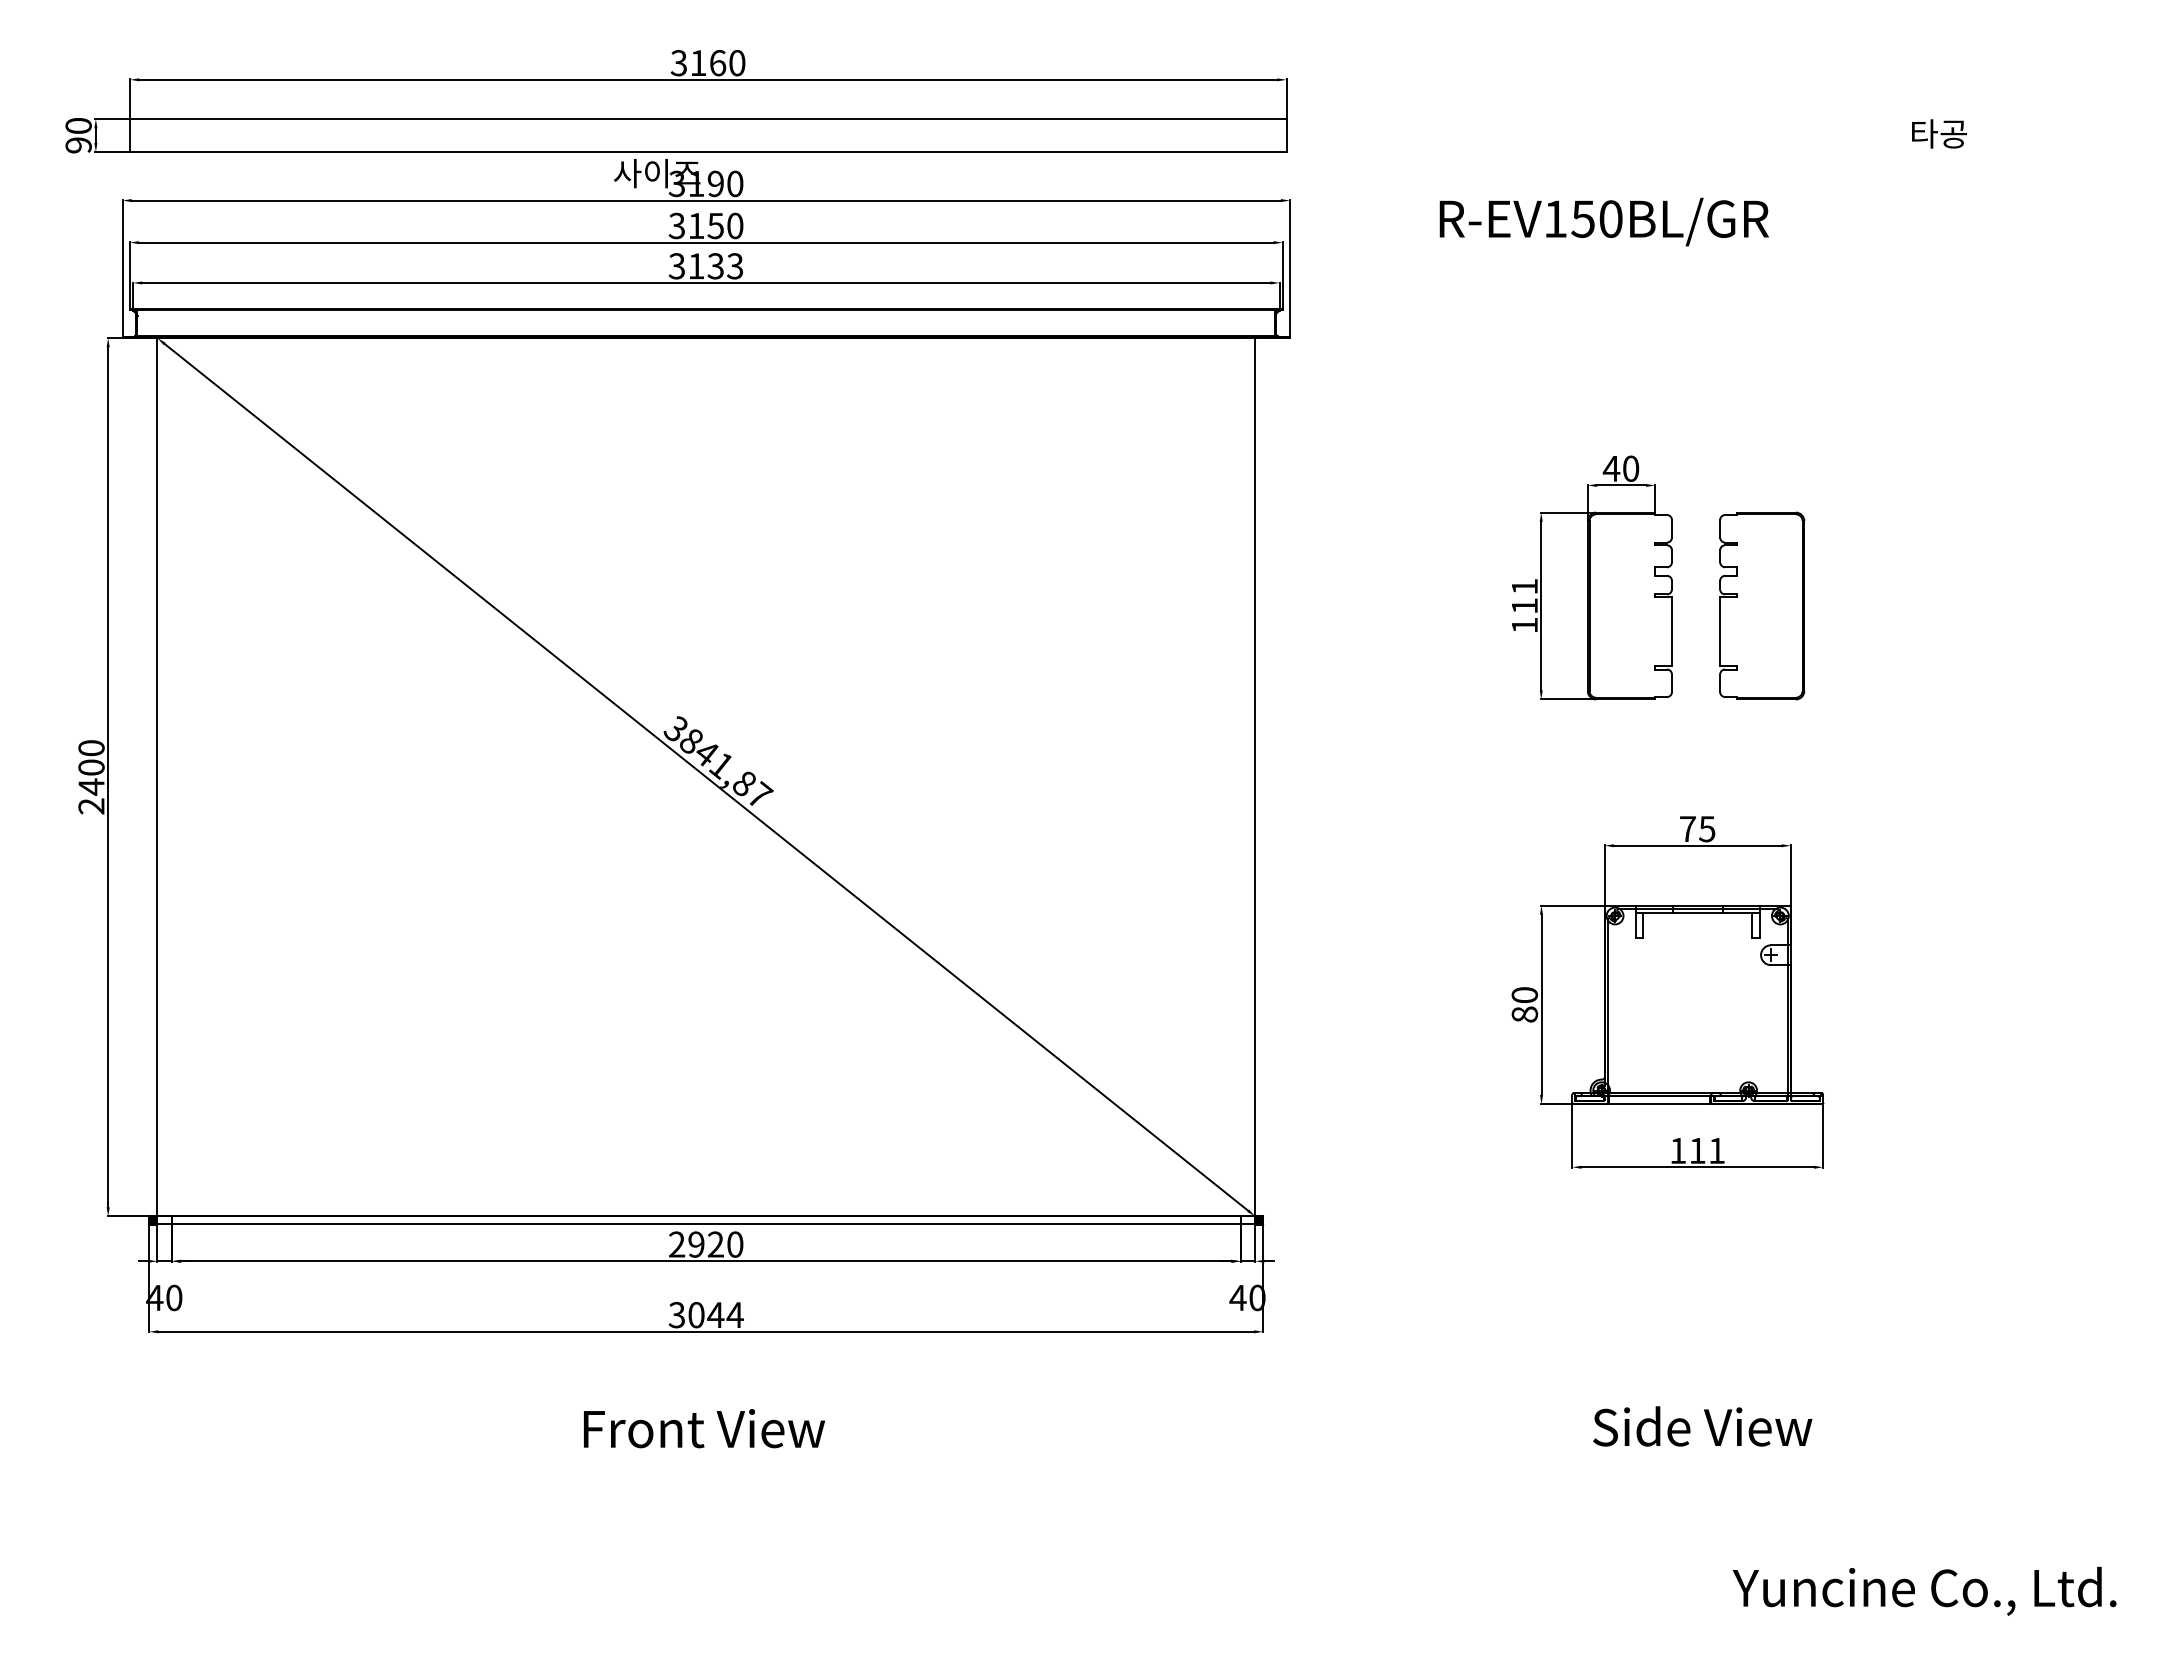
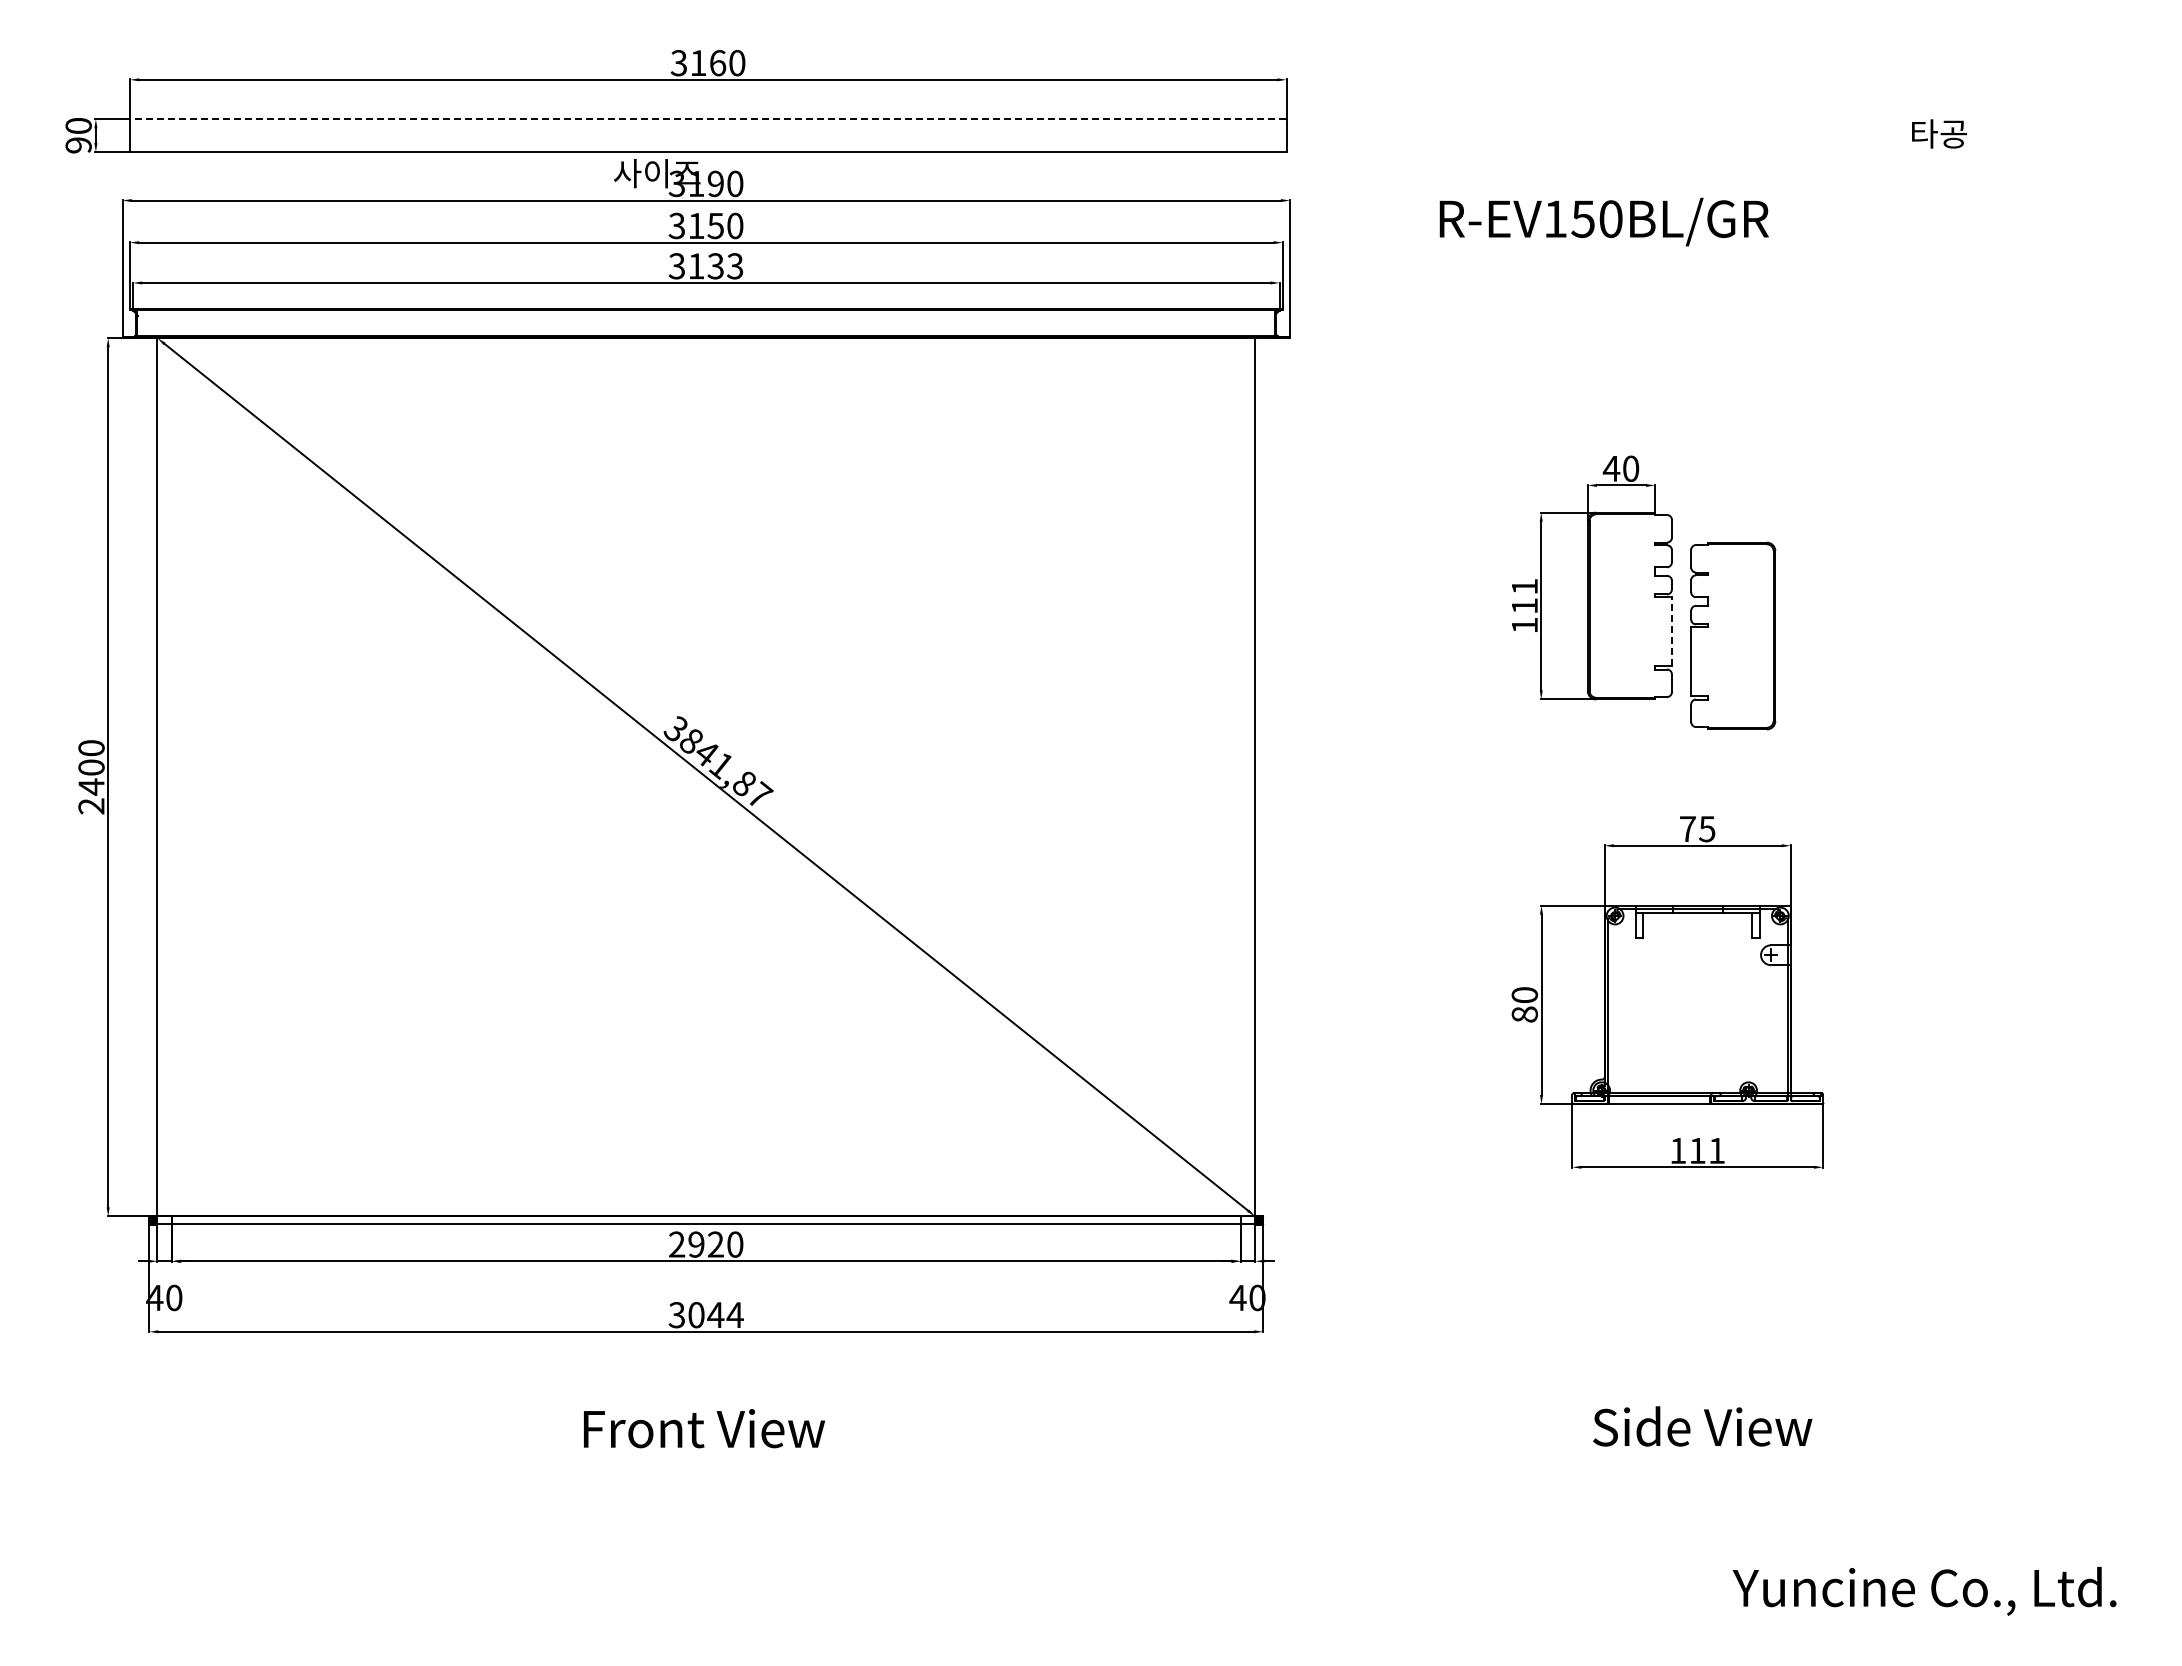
line at (707, 119): solid -> dashed
part at (1762, 605) position: (1762, 605) -> (1733, 635)
line at (1671, 631): solid -> dashed
